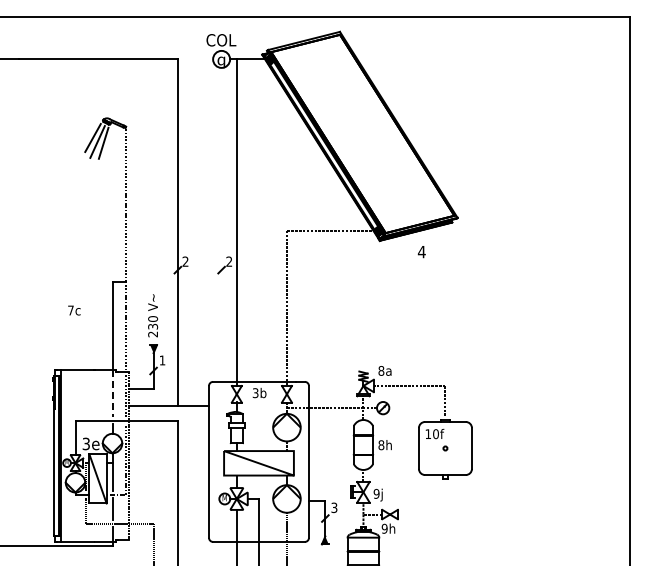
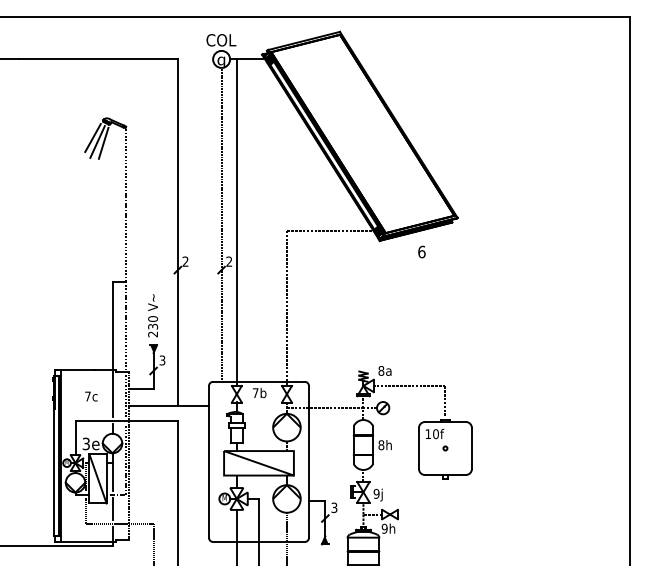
line at (221, 224): none -> present
text at (421, 251): 4 -> 6
text at (74, 310) position: (74, 310) -> (91, 396)
text at (162, 360): 1 -> 3
text at (255, 393): 3b -> 7b
line at (112, 394): dashed -> solid
